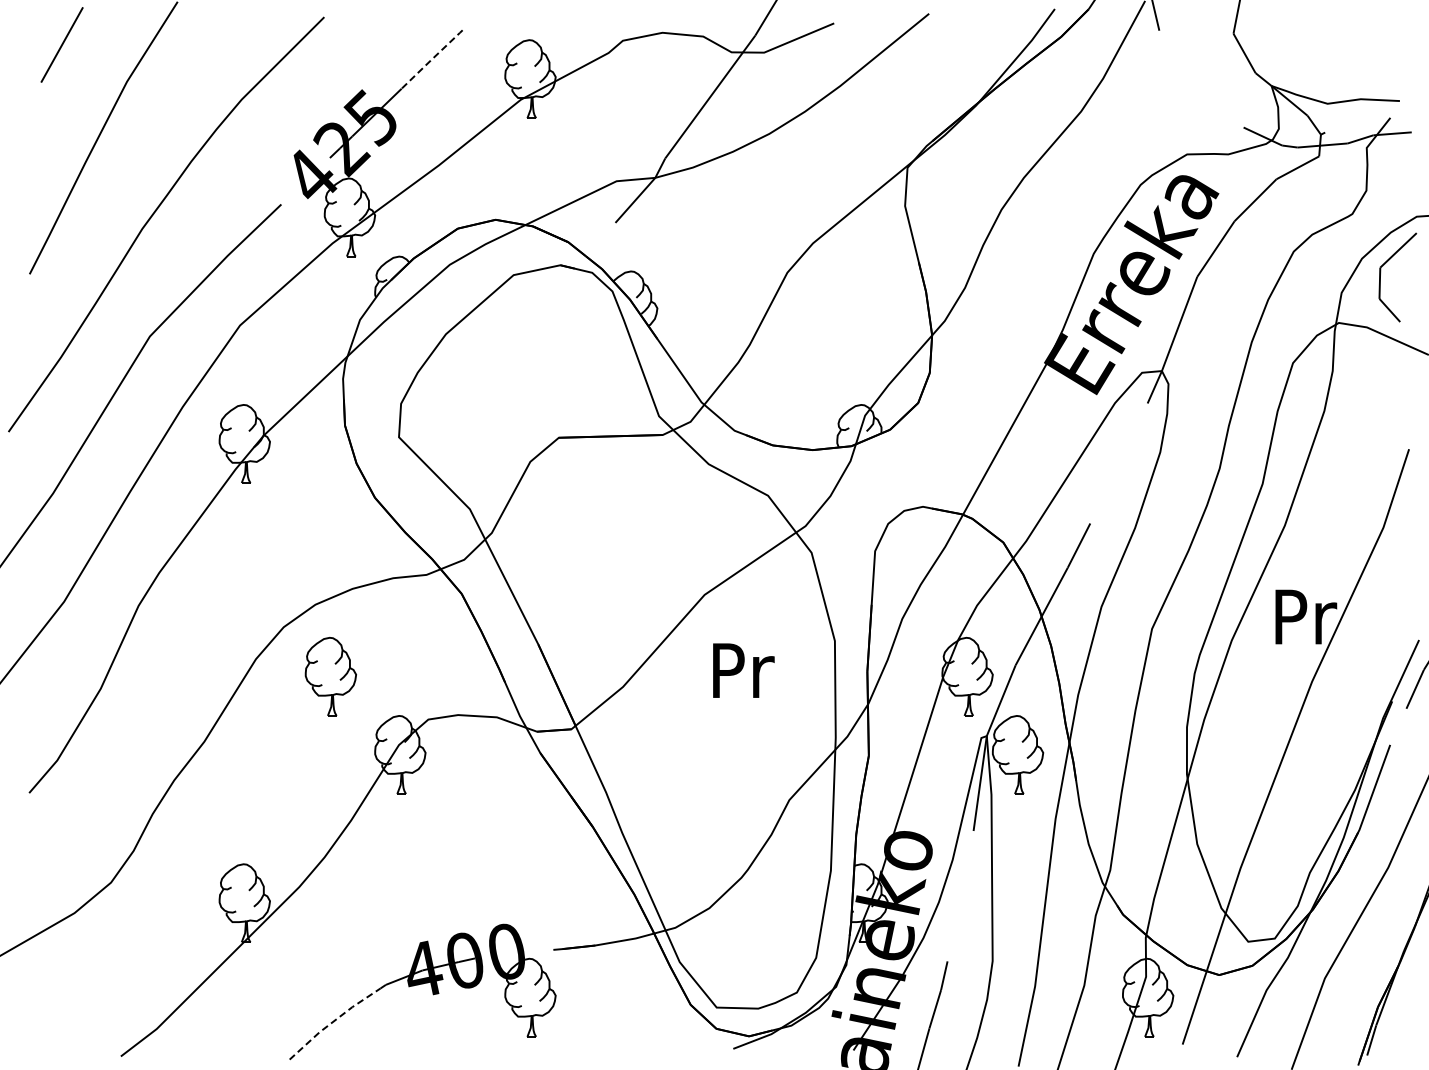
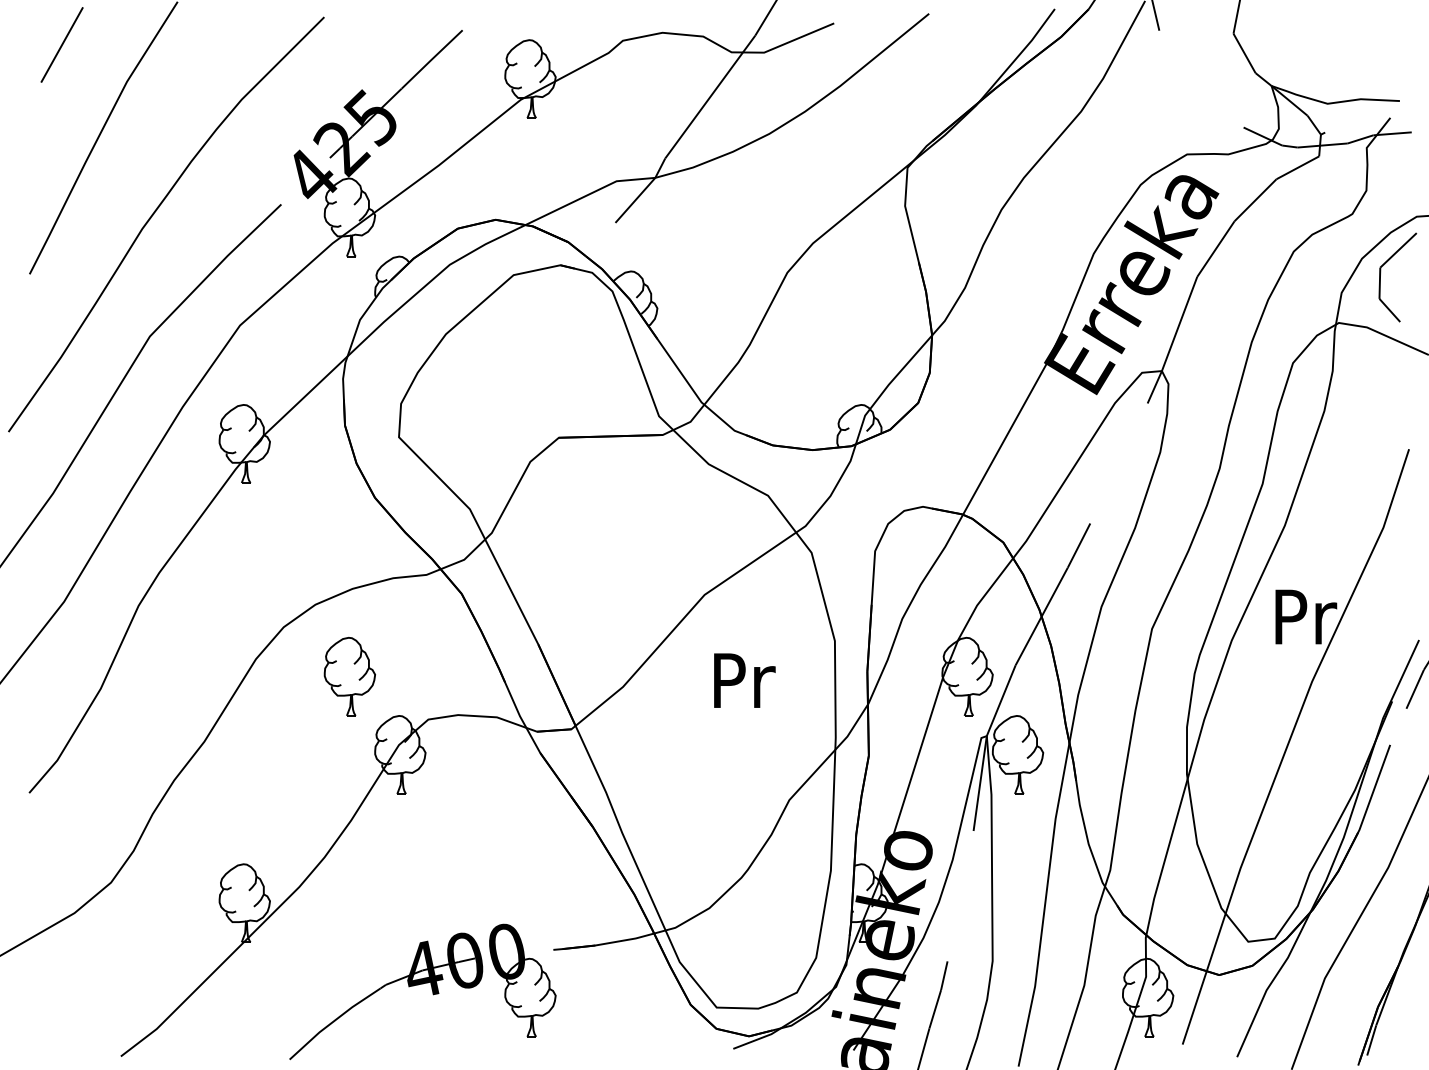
line at (432, 59): dashed -> solid
text at (743, 670) position: (743, 670) -> (744, 680)
part at (330, 676) position: (330, 676) -> (349, 676)
line at (333, 1021): dashed -> solid
